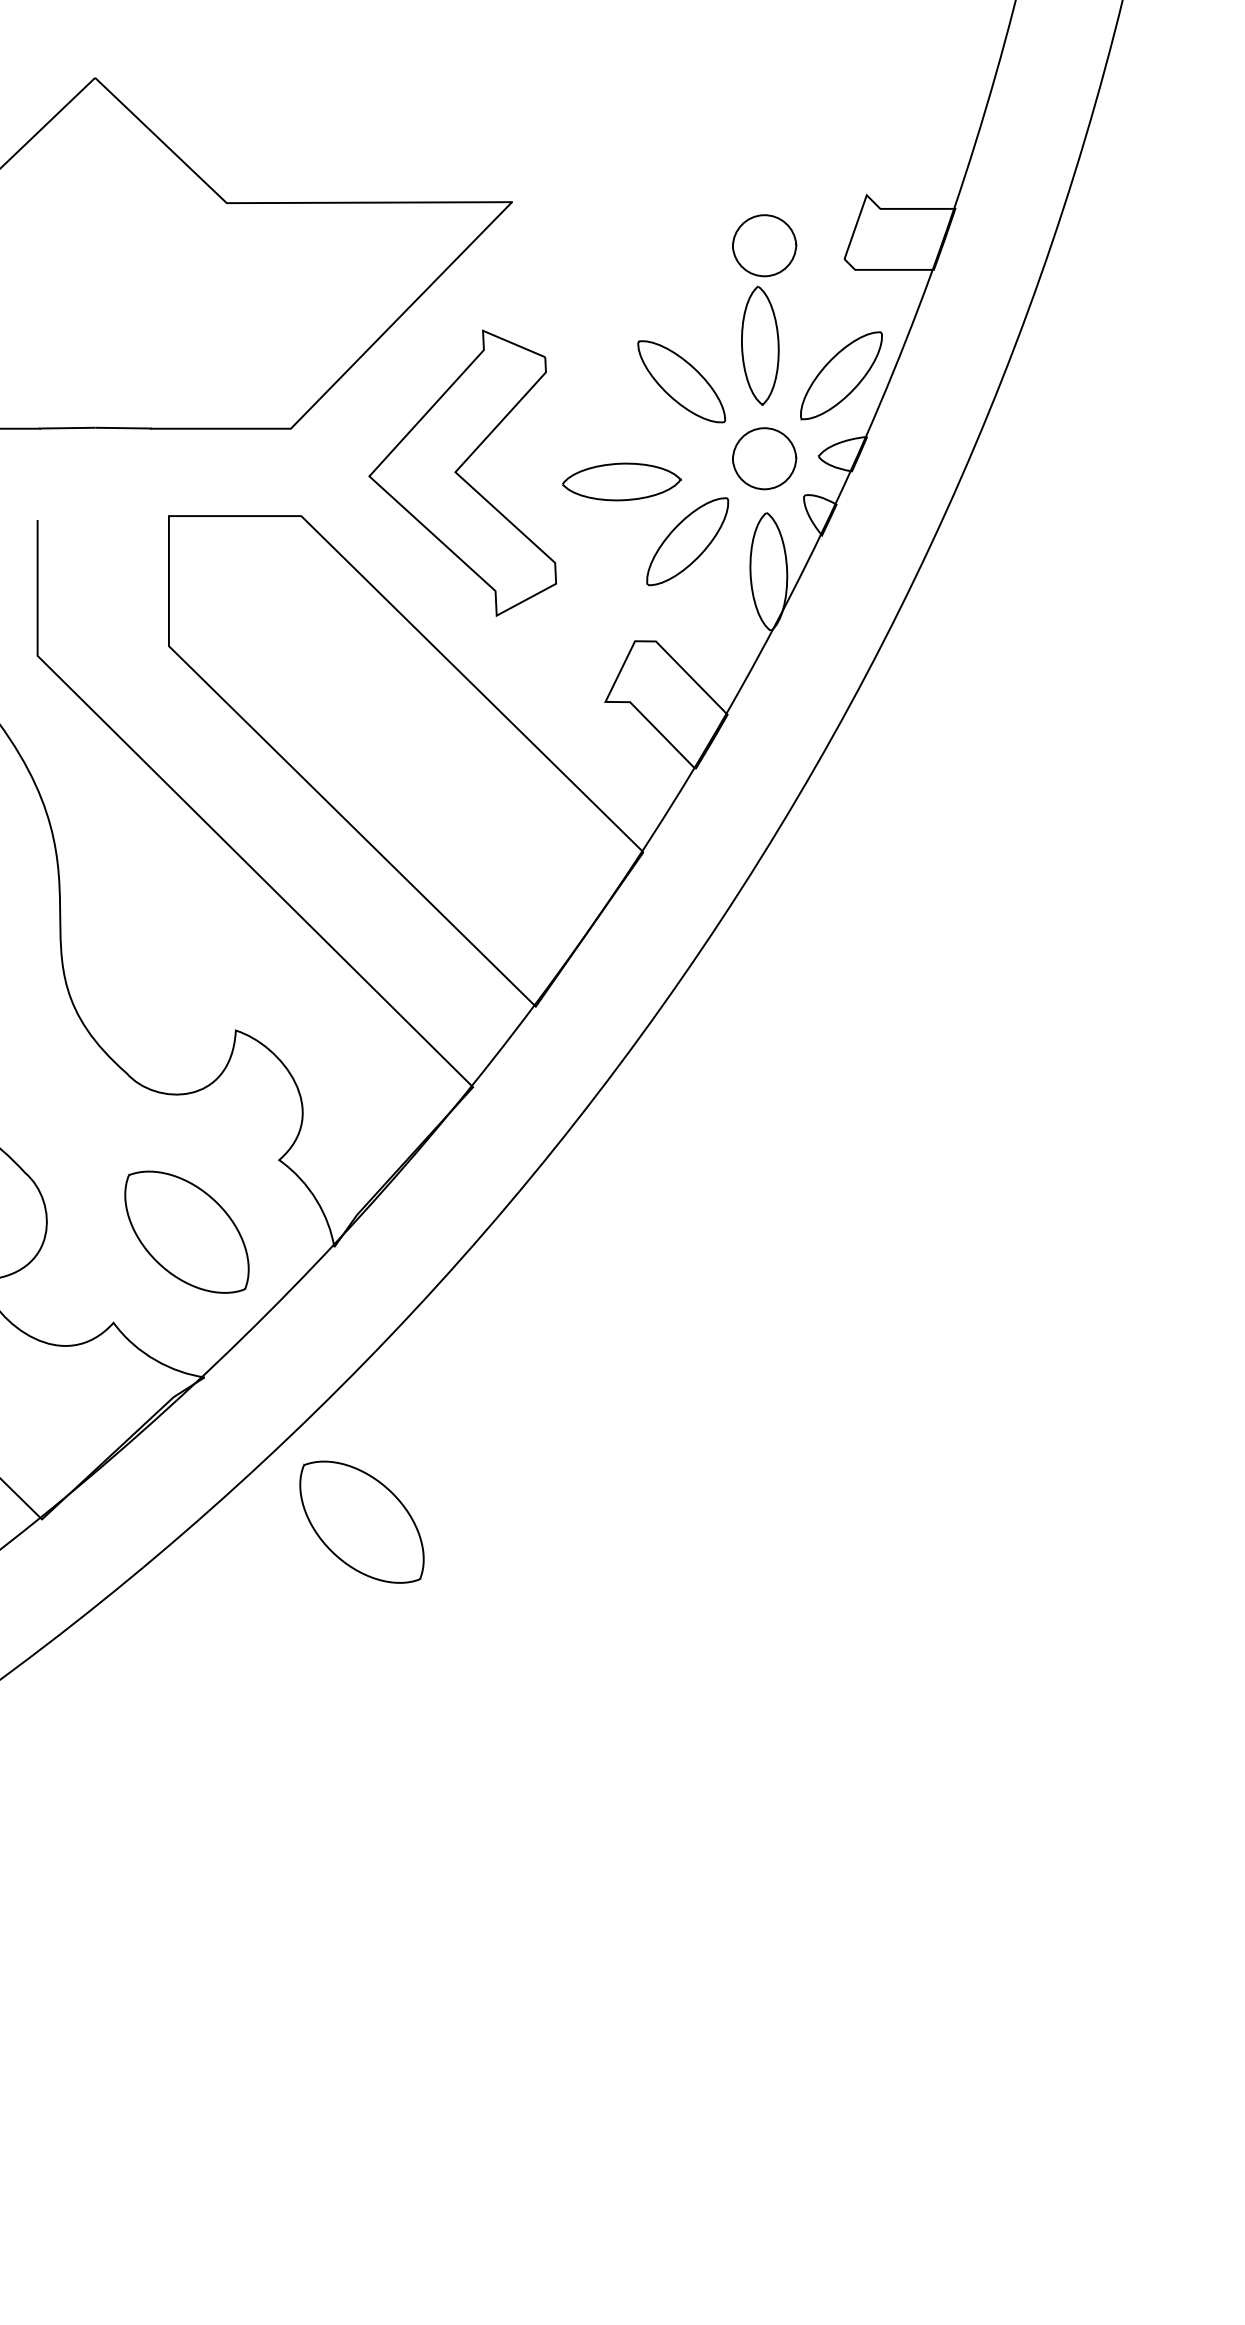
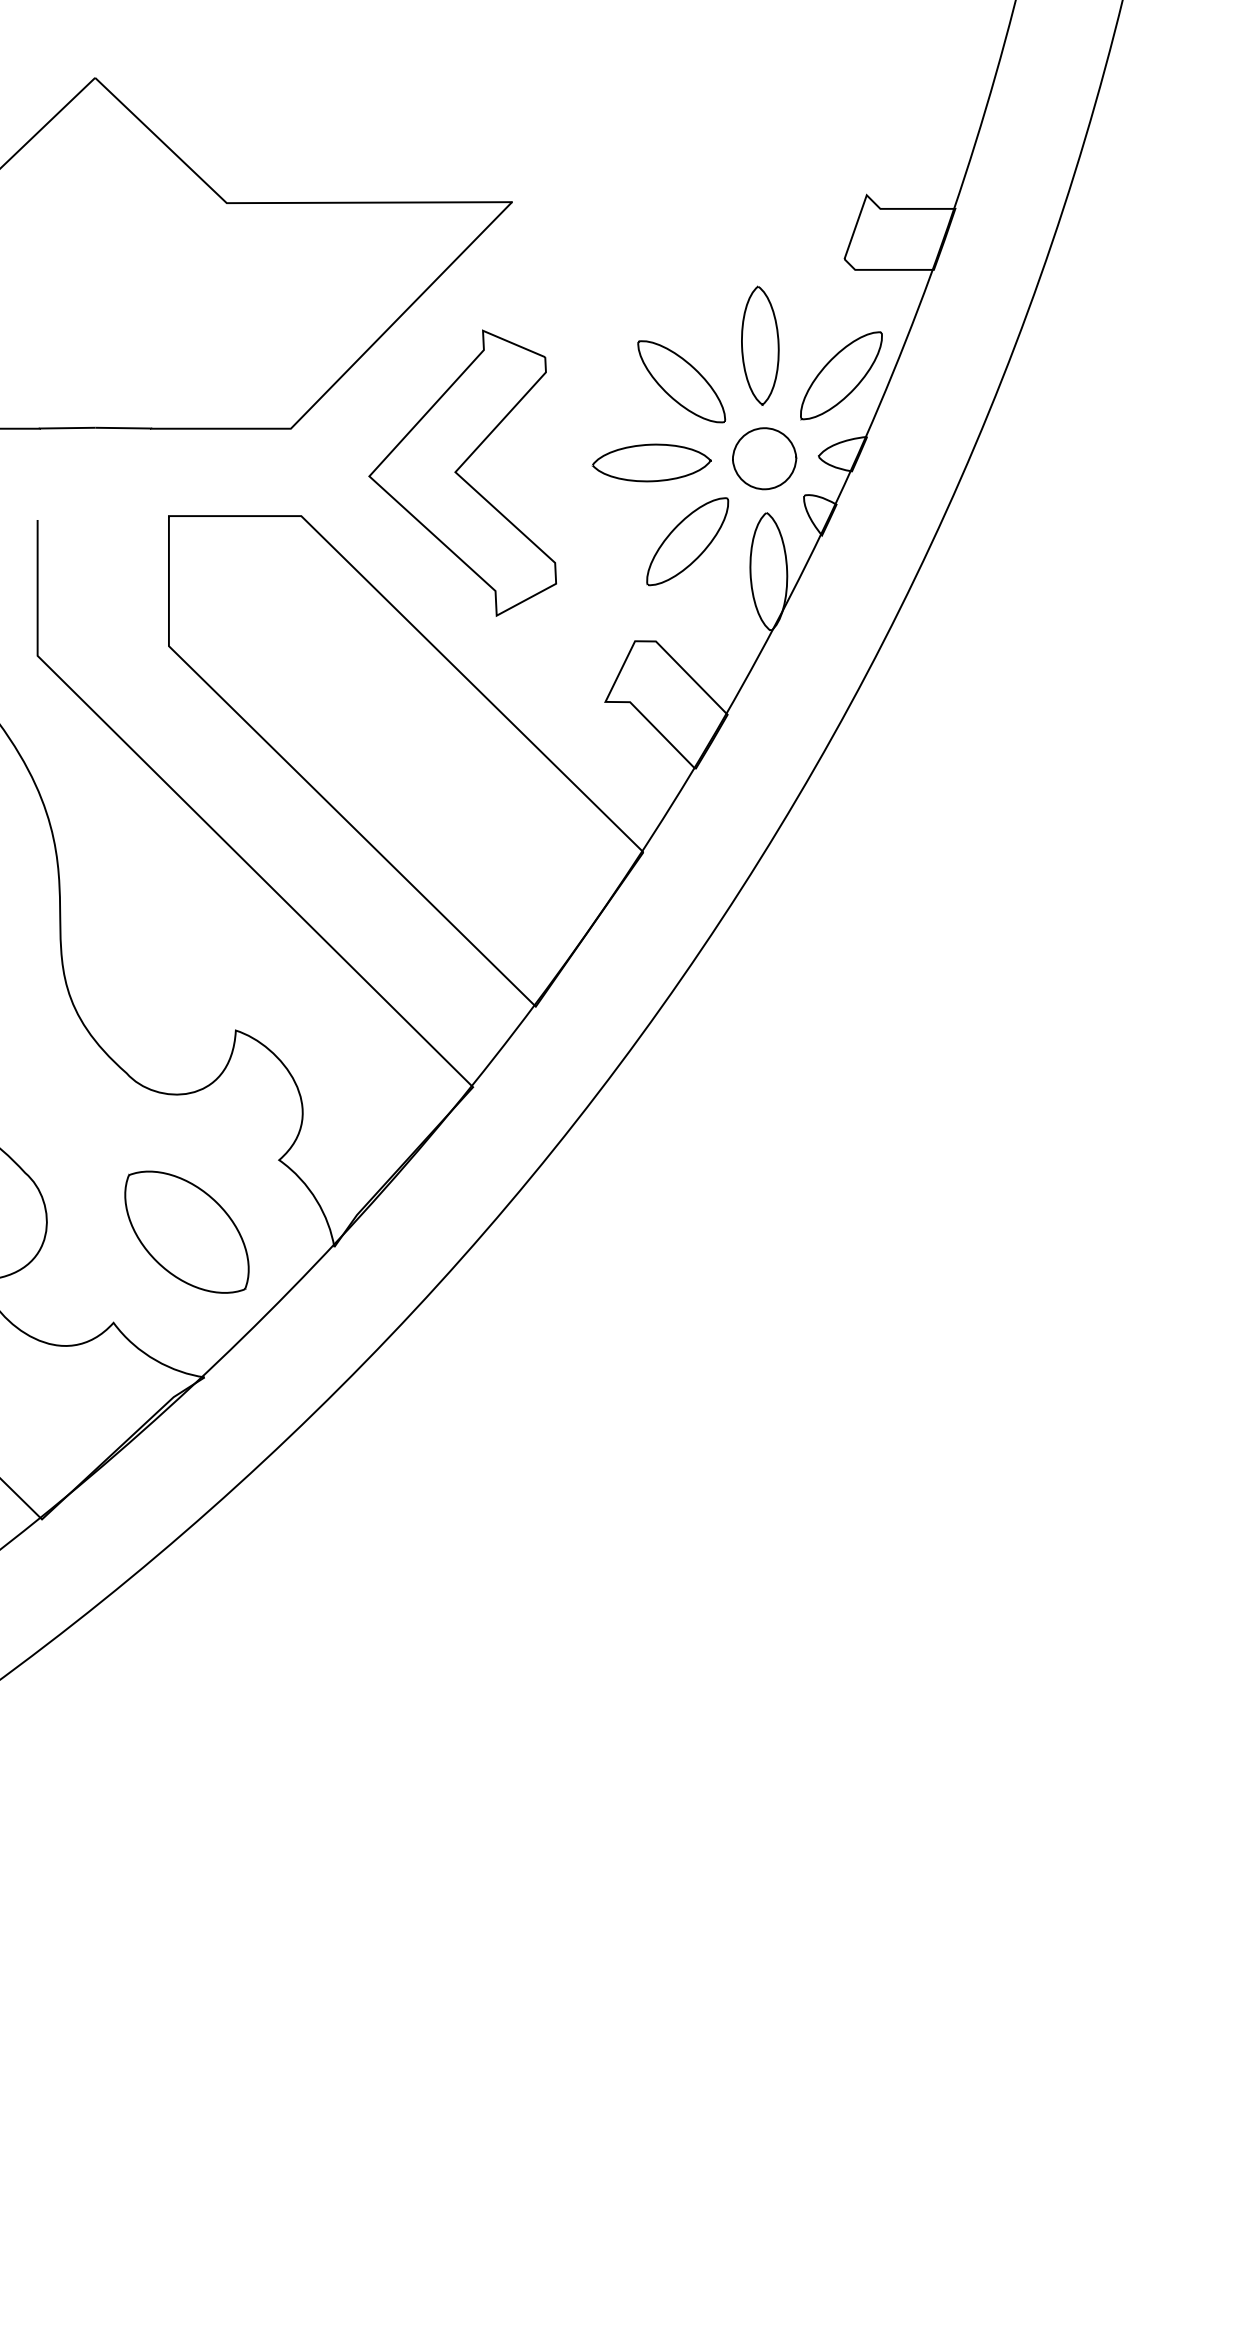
part at (764, 245): present -> none
part at (621, 481) position: (621, 481) -> (651, 462)
part at (361, 1521): present -> none
